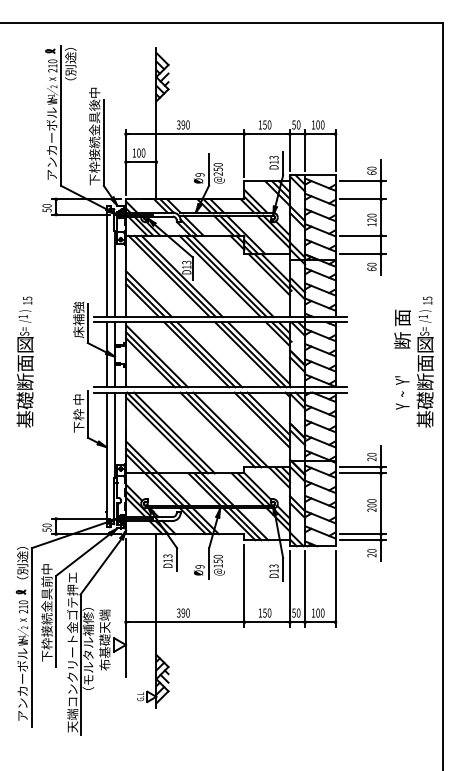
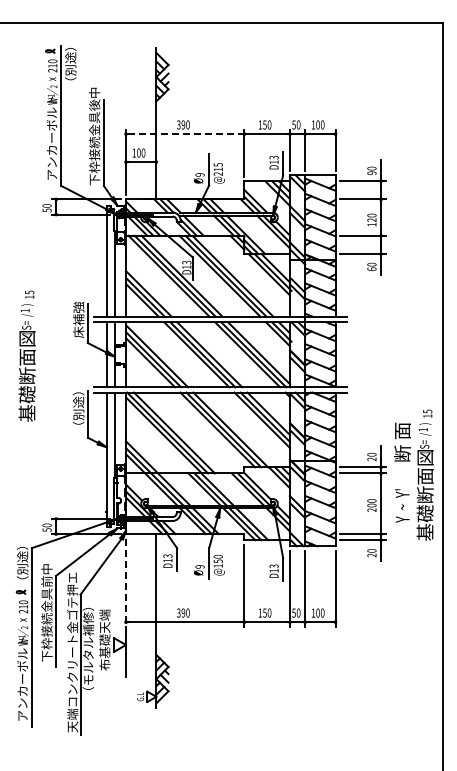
line at (185, 134): solid -> dashed
text at (217, 167): @250 -> @215
text at (371, 173): 60 -> 90
text at (24, 361) position: (24, 361) -> (26, 355)
text at (413, 361) position: (413, 361) -> (413, 474)
text at (78, 412): 下枠 中 -> （別途）
line at (125, 583): solid -> dashed
